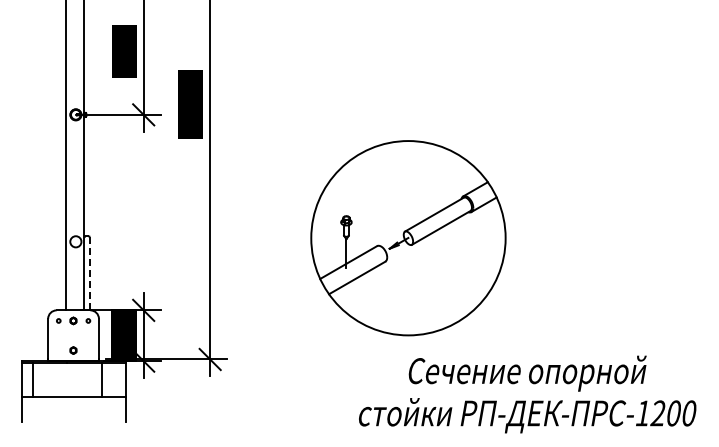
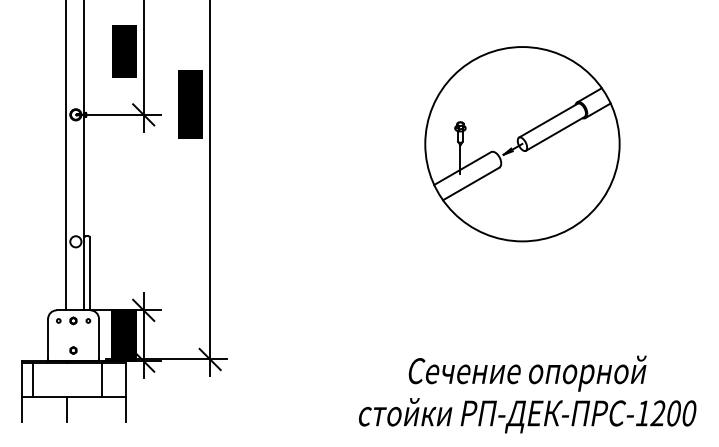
part at (408, 238) position: (408, 238) -> (522, 144)
line at (89, 273): dashed -> solid
line at (67, 409): none -> present
